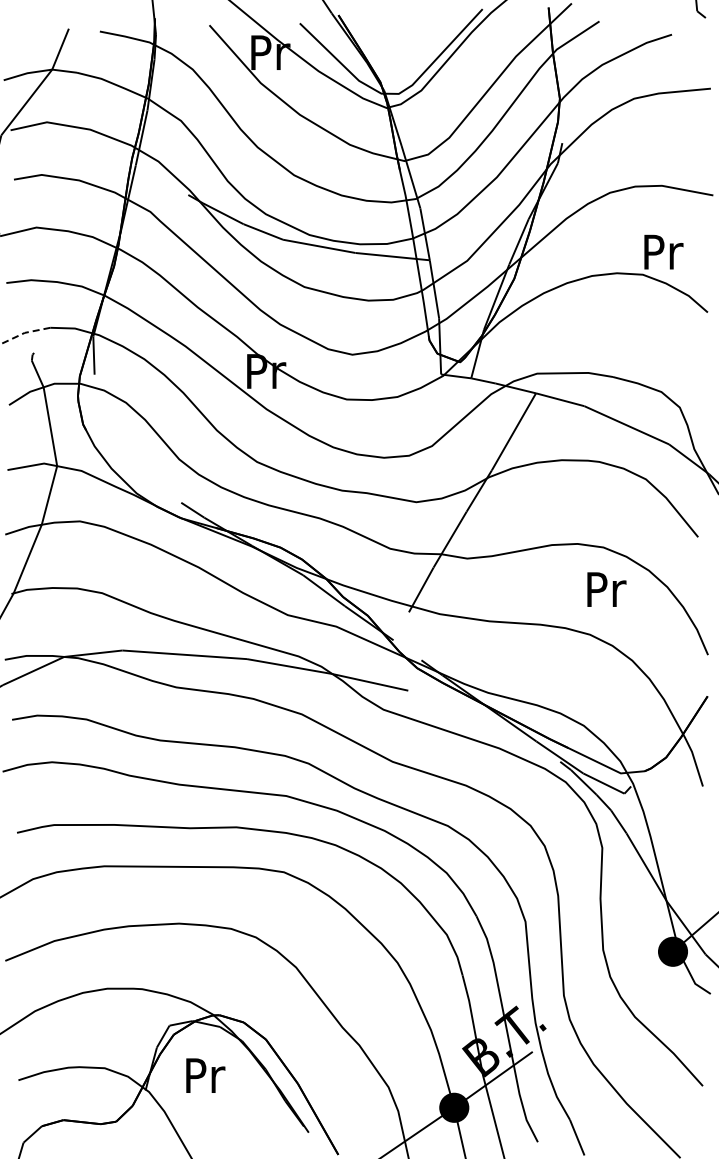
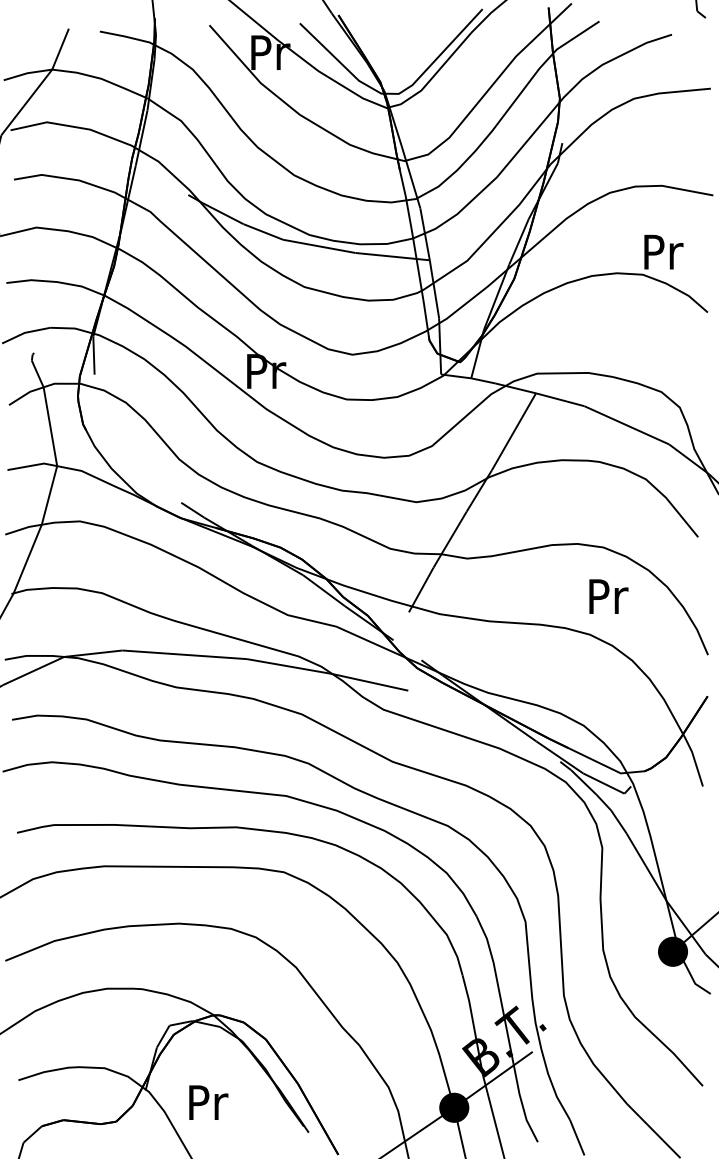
line at (24, 332): dashed -> solid
text at (606, 589) position: (606, 589) -> (608, 596)
text at (205, 1075) position: (205, 1075) -> (208, 1102)
